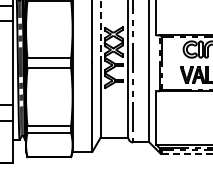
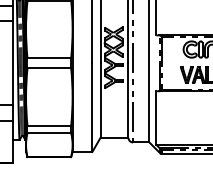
line at (100, 31): dashed -> solid
line at (187, 154): dashed -> solid
